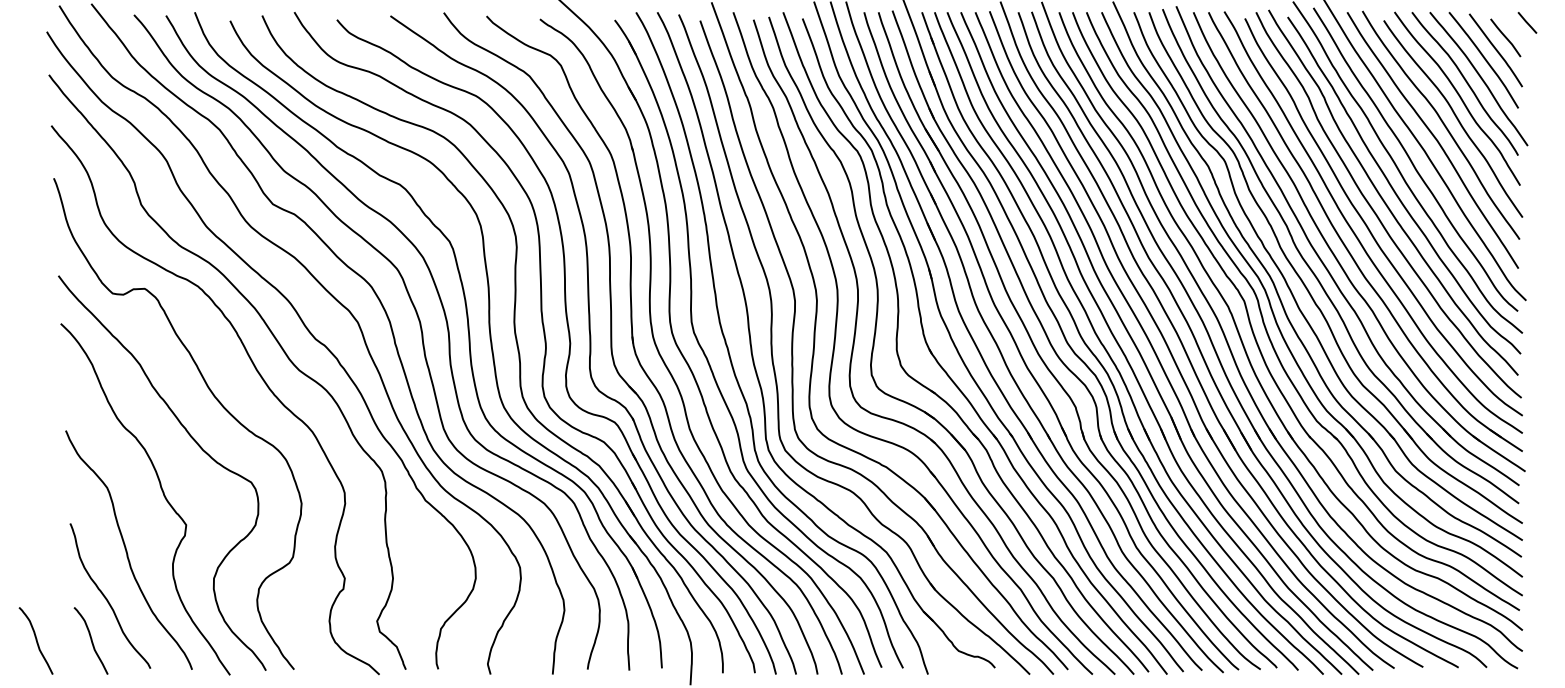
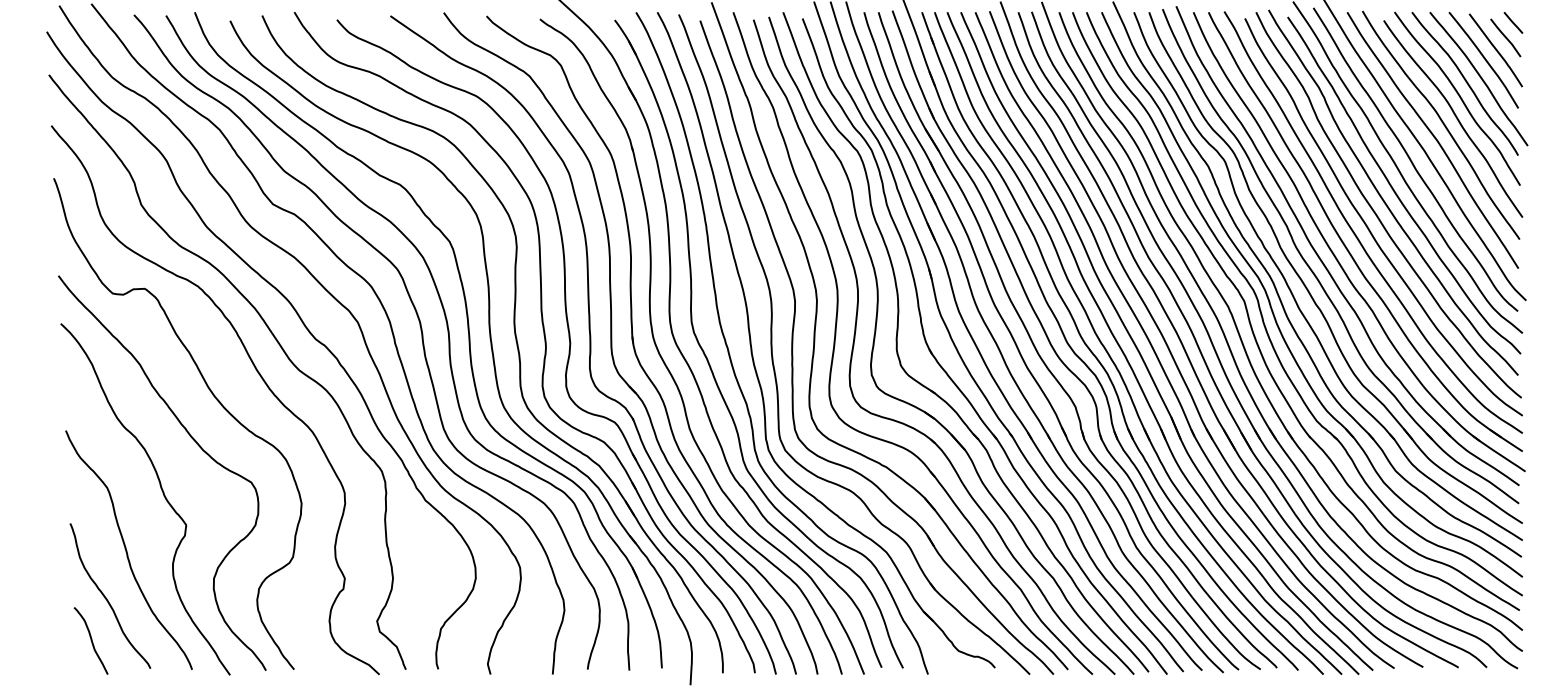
line at (1527, 22) position: (1527, 22) -> (1513, 22)
curve at (35, 640): present -> none
